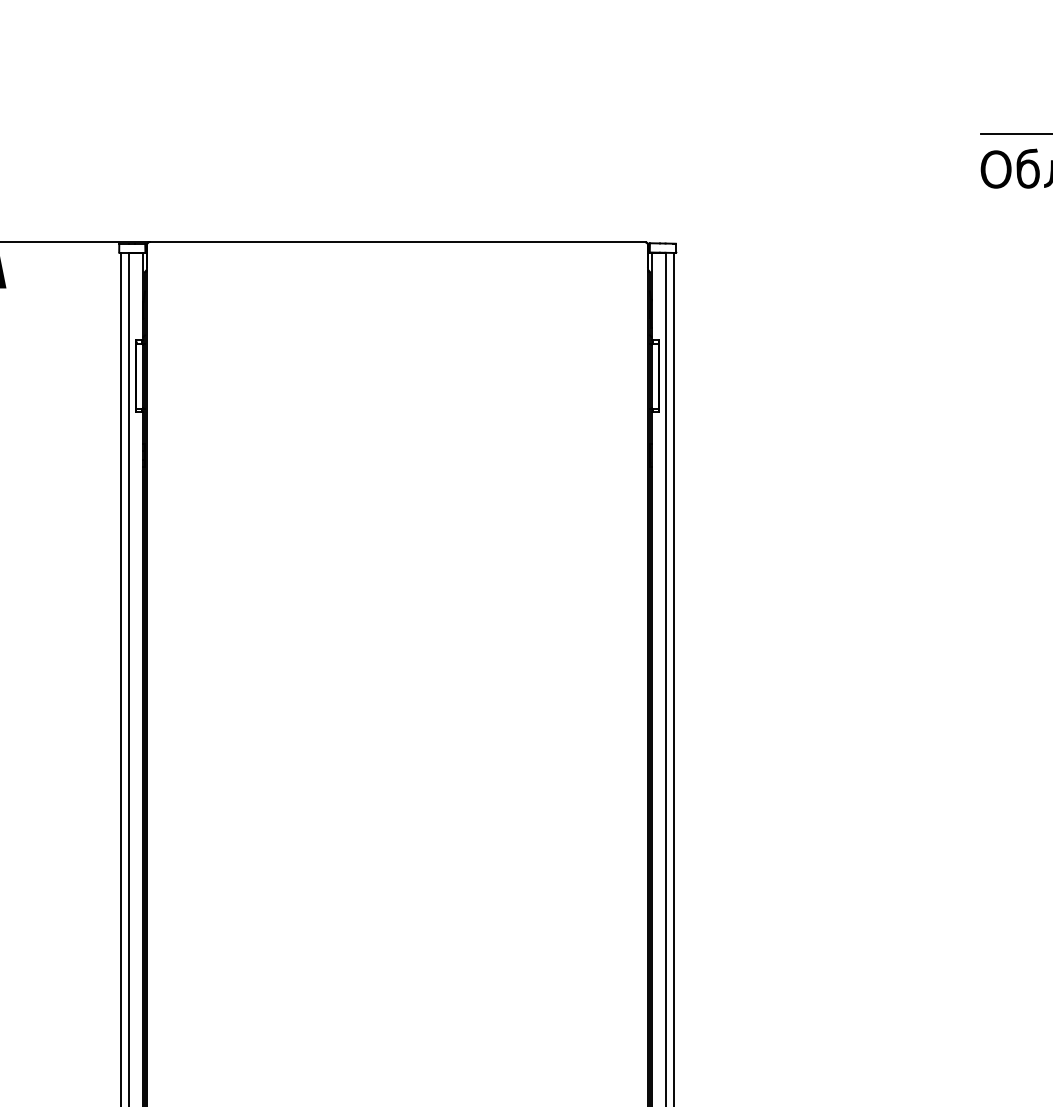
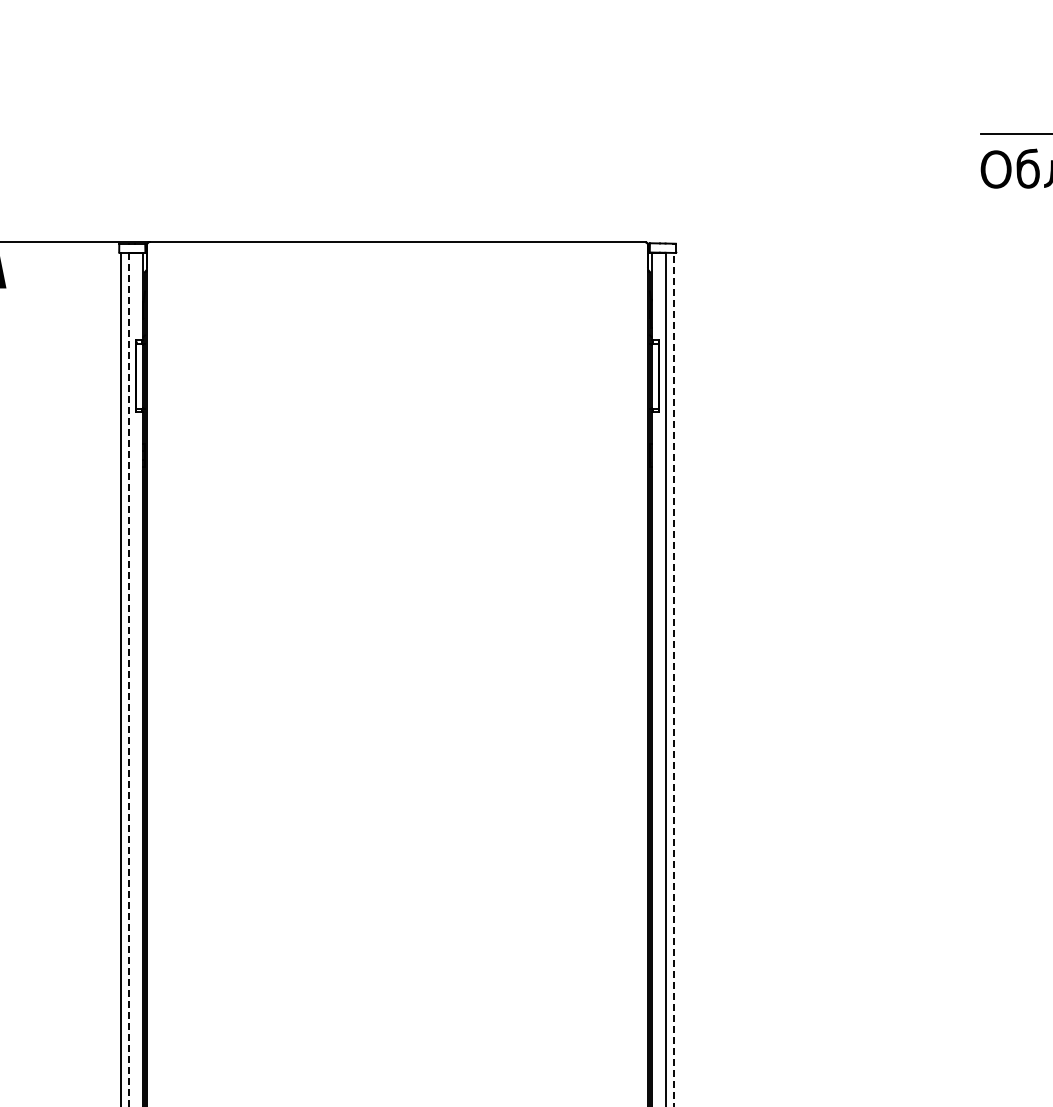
line at (673, 679): solid -> dashed
line at (129, 680): solid -> dashed
